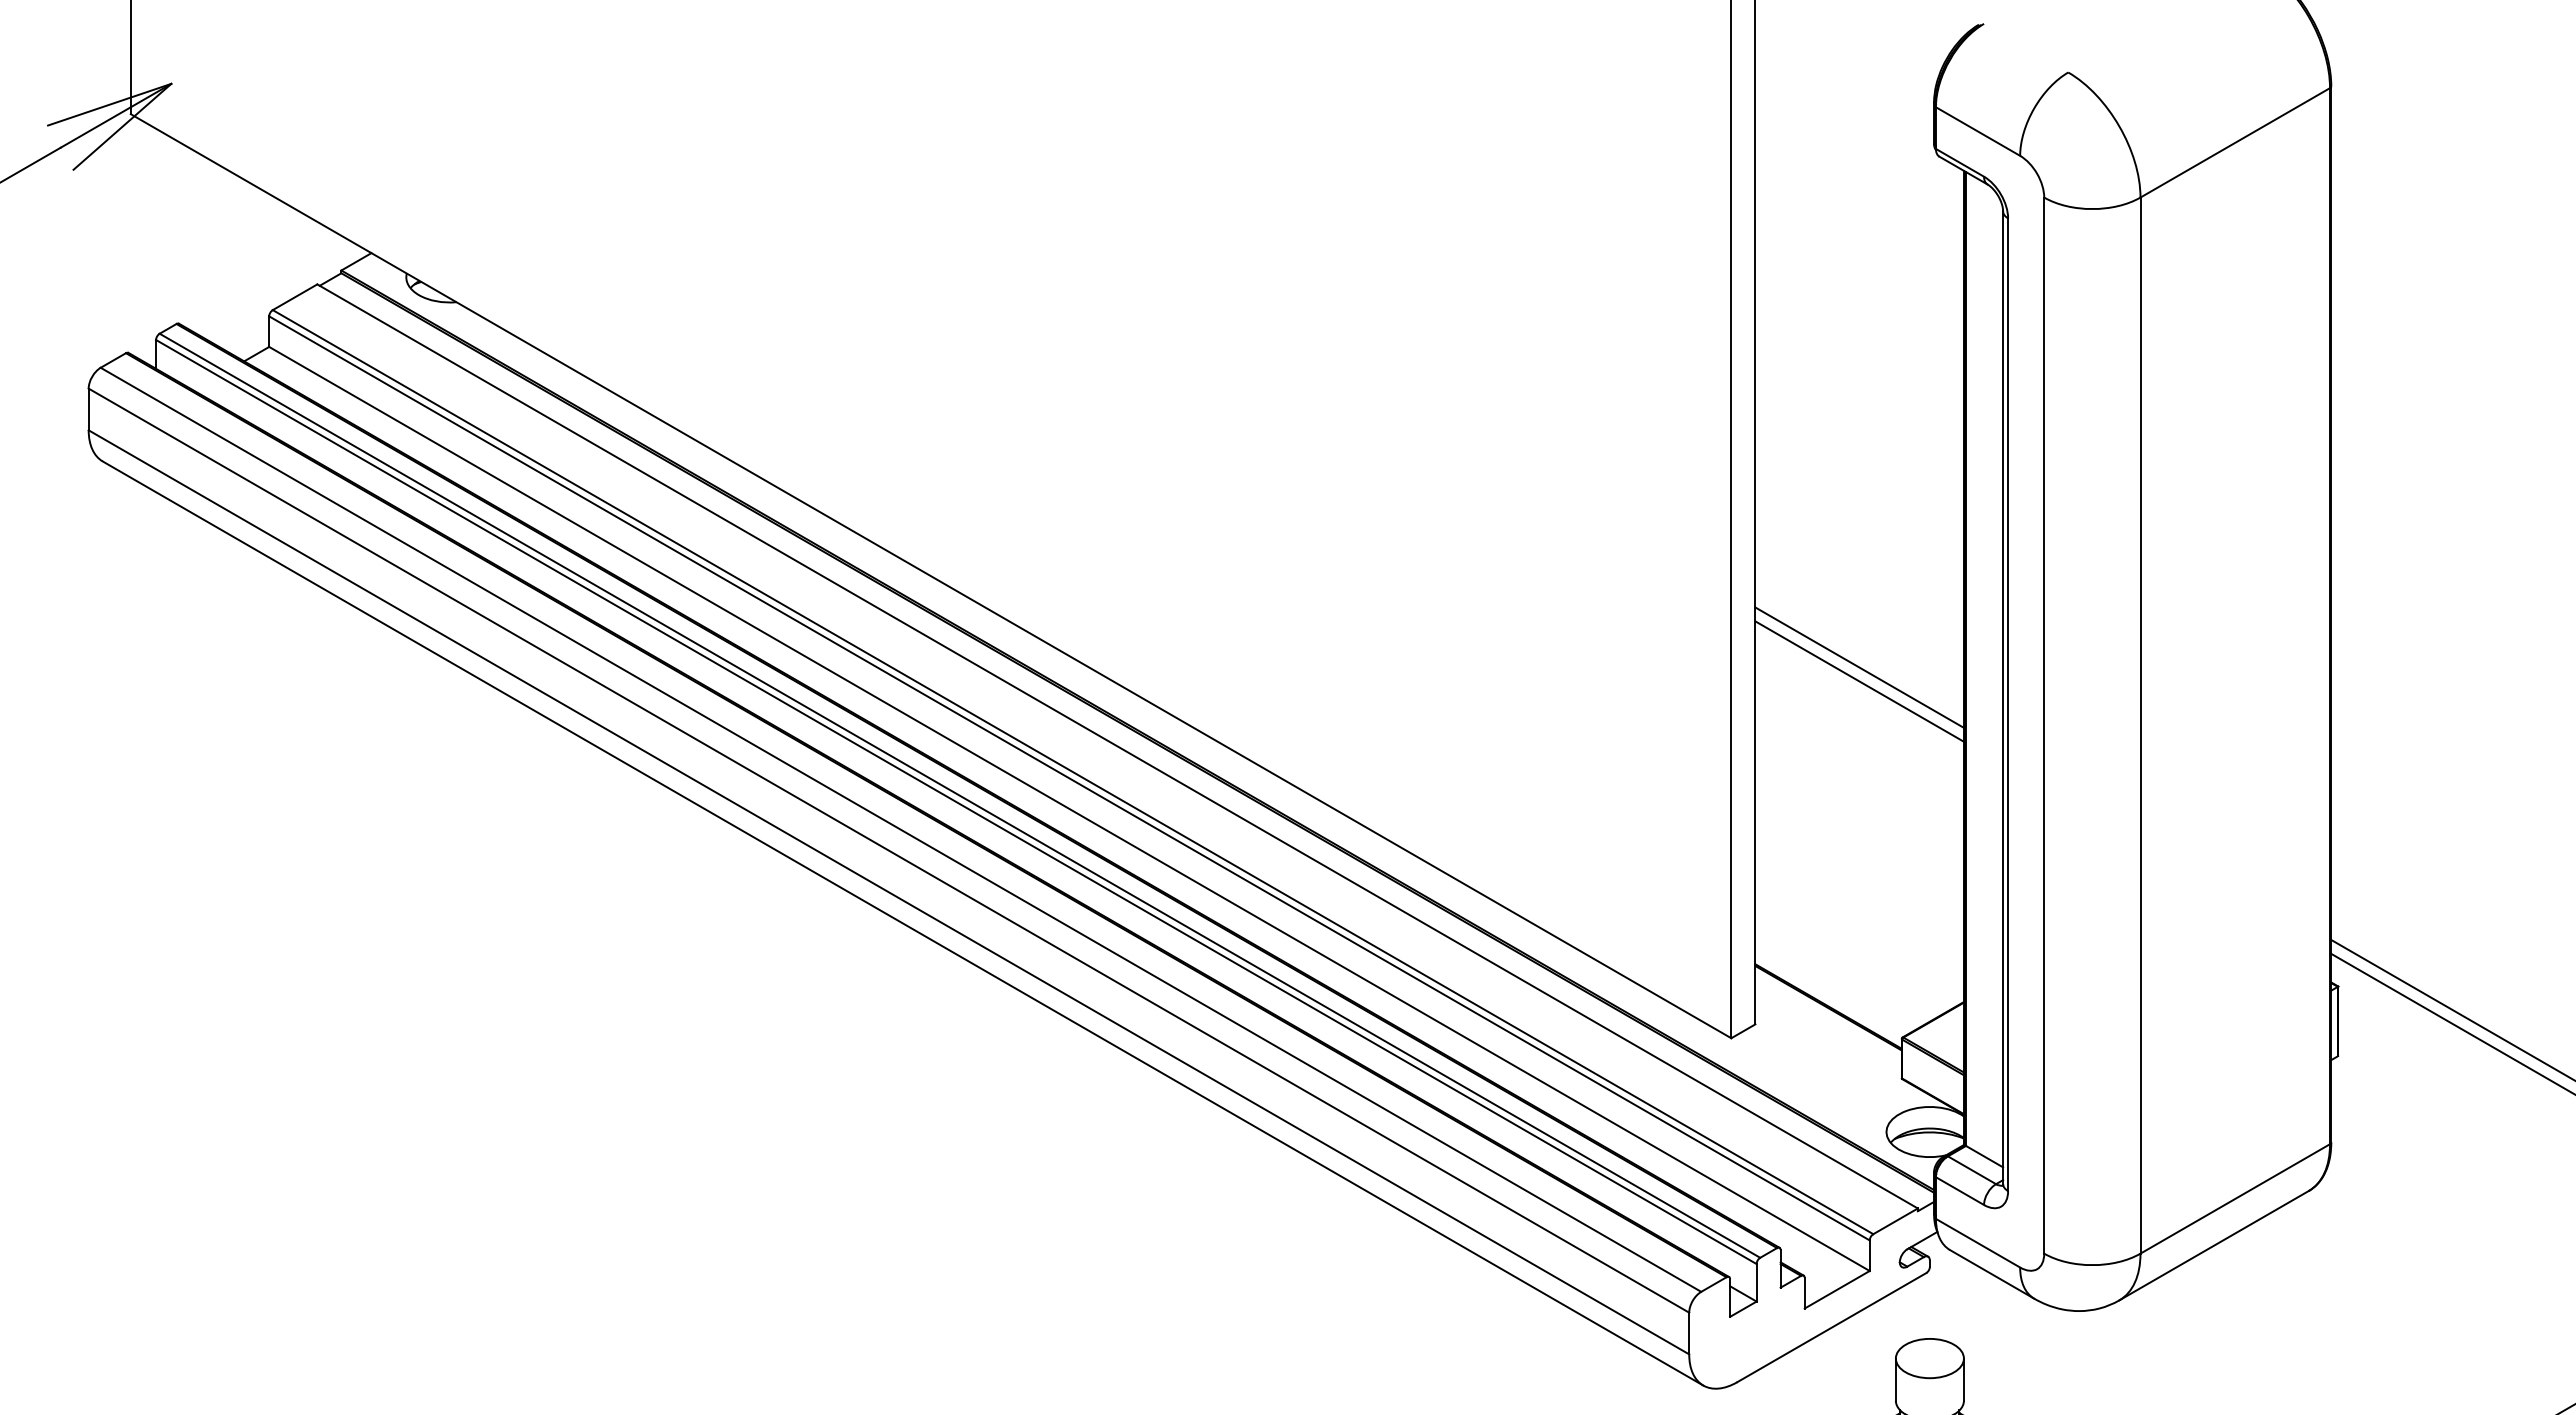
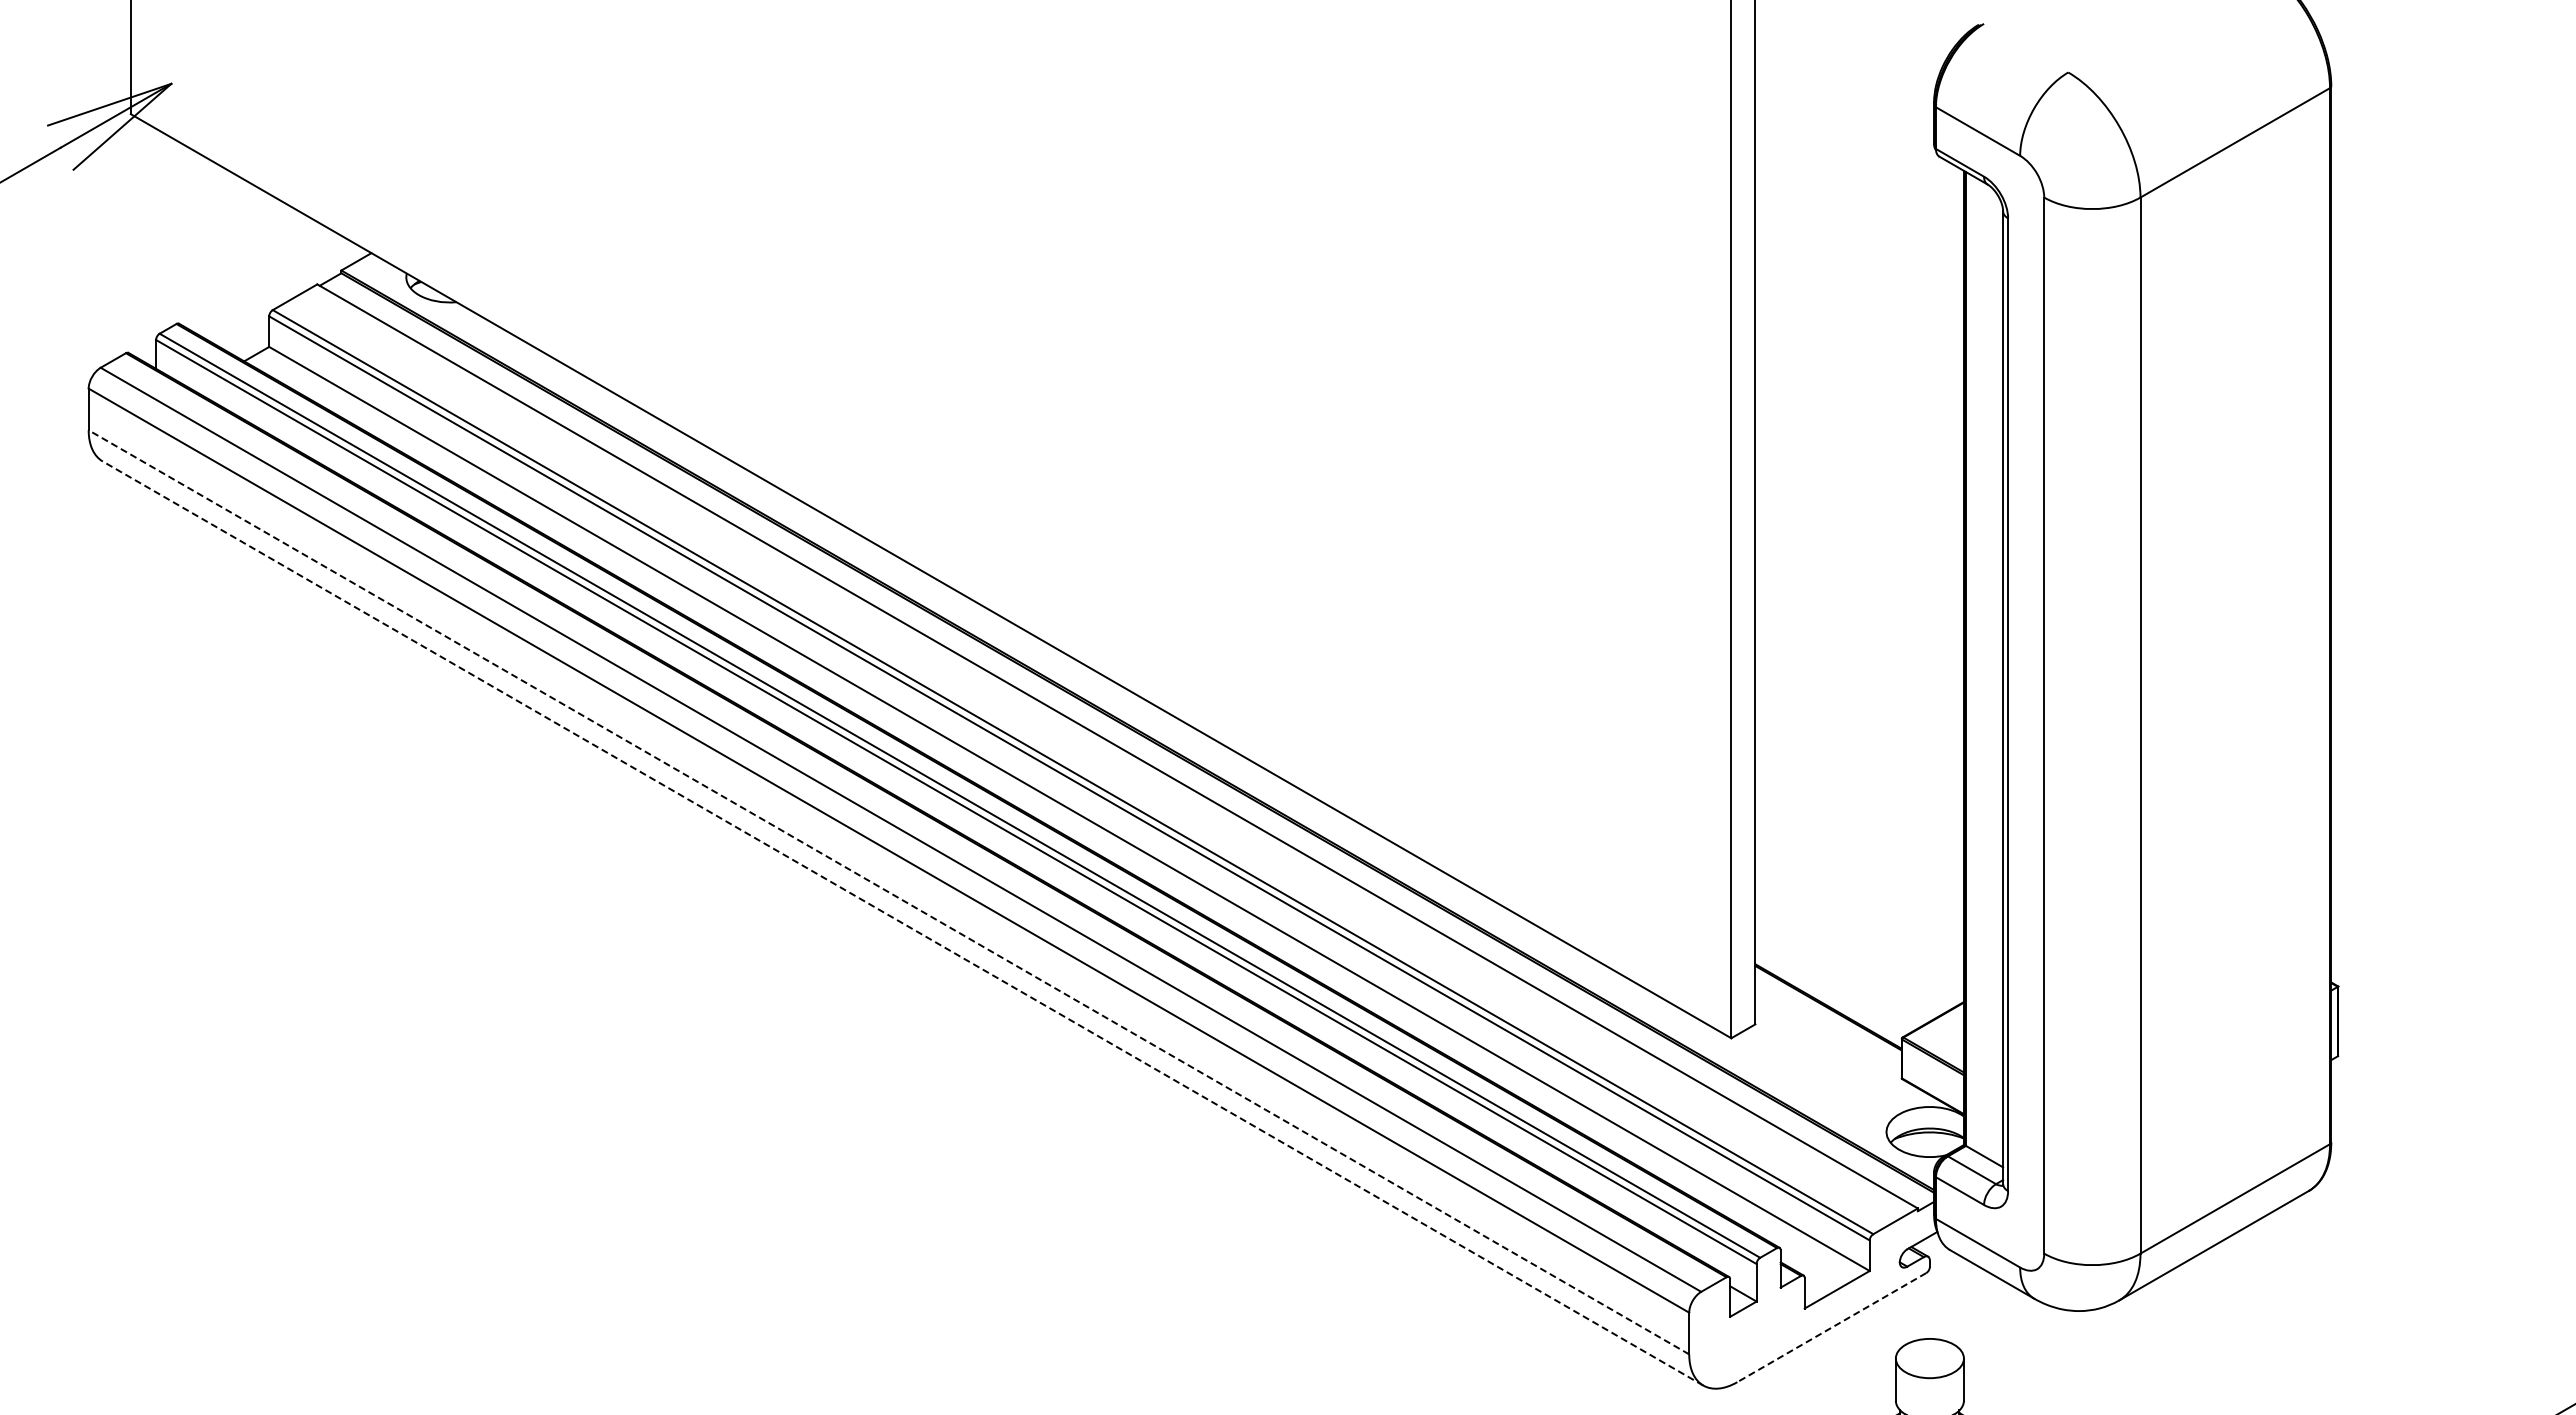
line at (1859, 667): present -> none
line at (1859, 681): present -> none
line at (888, 892): solid -> dashed
line at (902, 923): solid -> dashed
line at (2451, 1009): present -> none
line at (2451, 1022): present -> none
line at (1831, 1327): solid -> dashed
